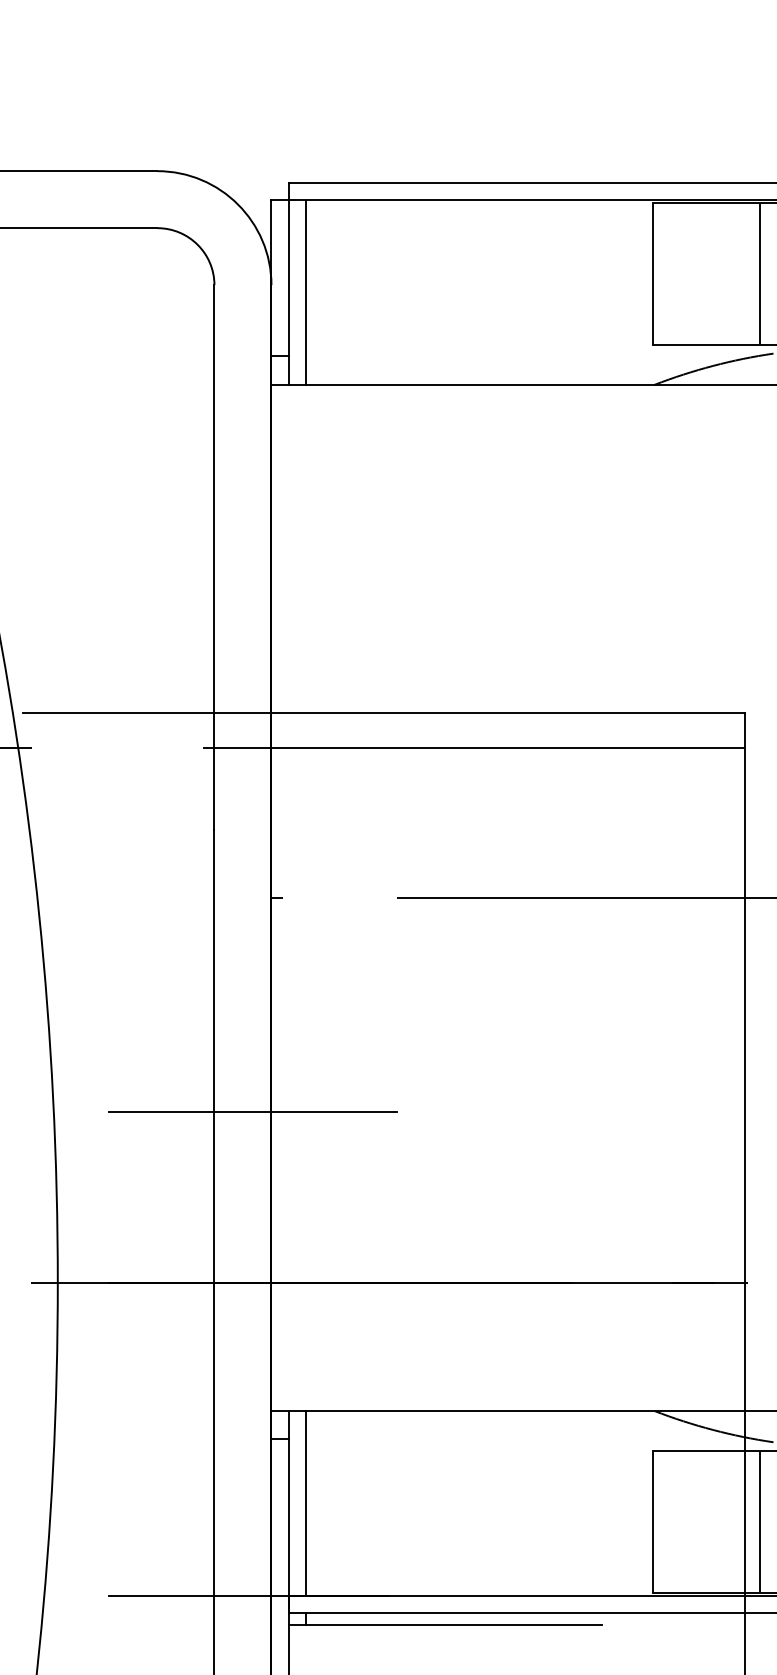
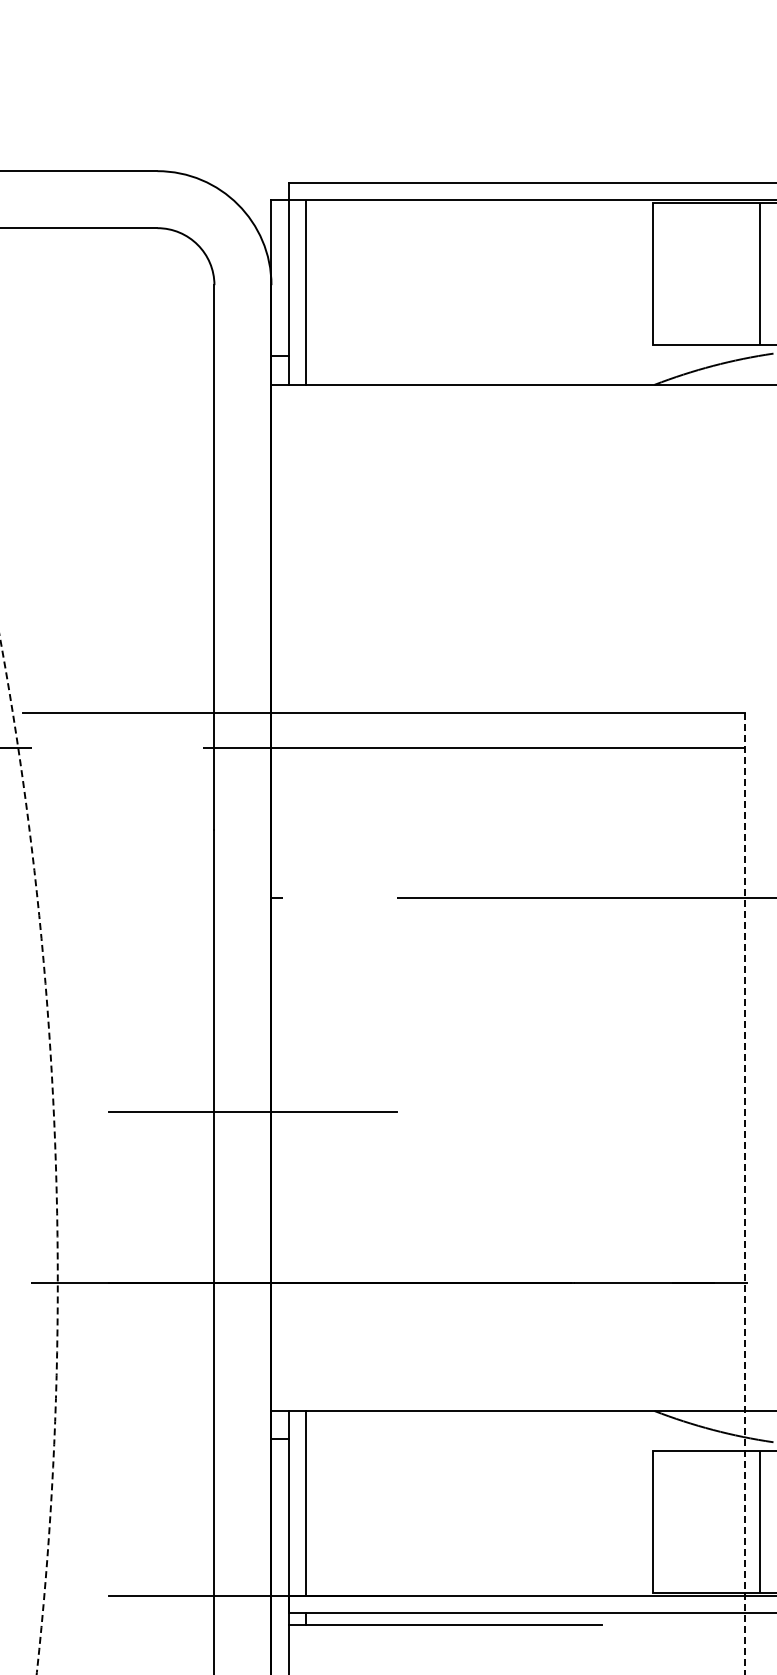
arc at (55, 1156): solid -> dashed
line at (744, 1194): solid -> dashed
